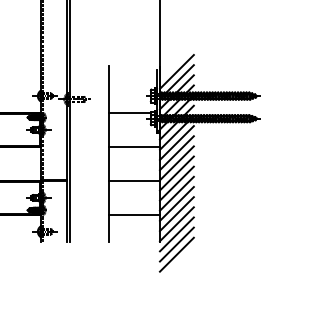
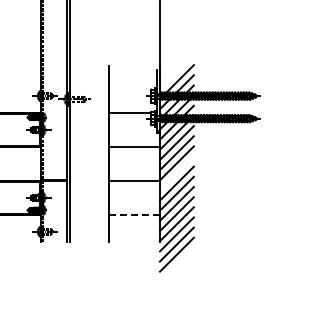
line at (176, 71): present -> none
line at (176, 173): present -> none
line at (135, 214): solid -> dashed
